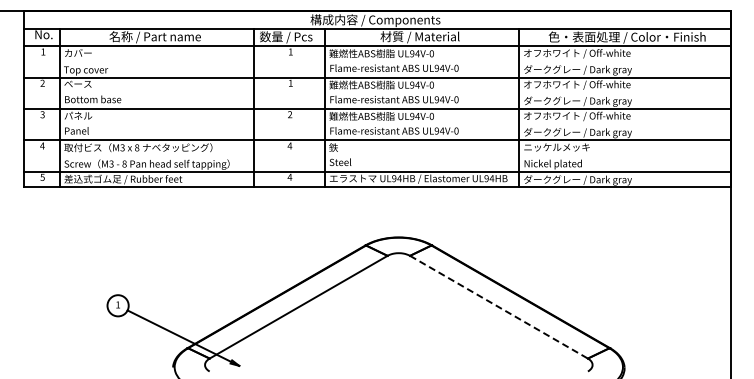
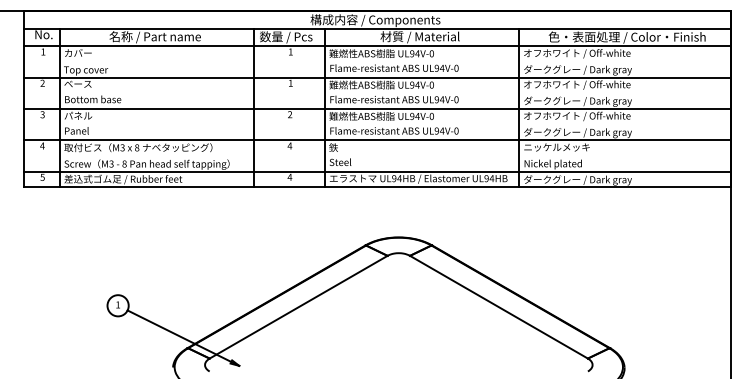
line at (498, 307): dashed -> solid
